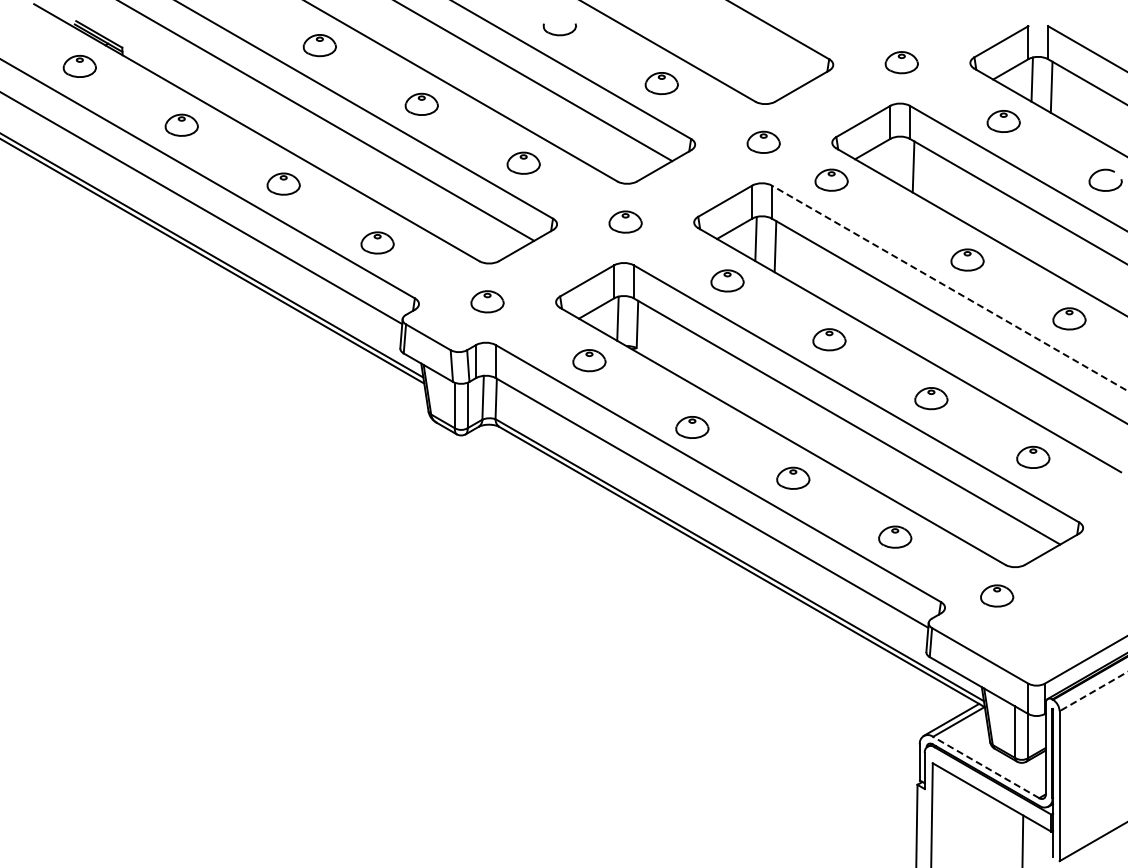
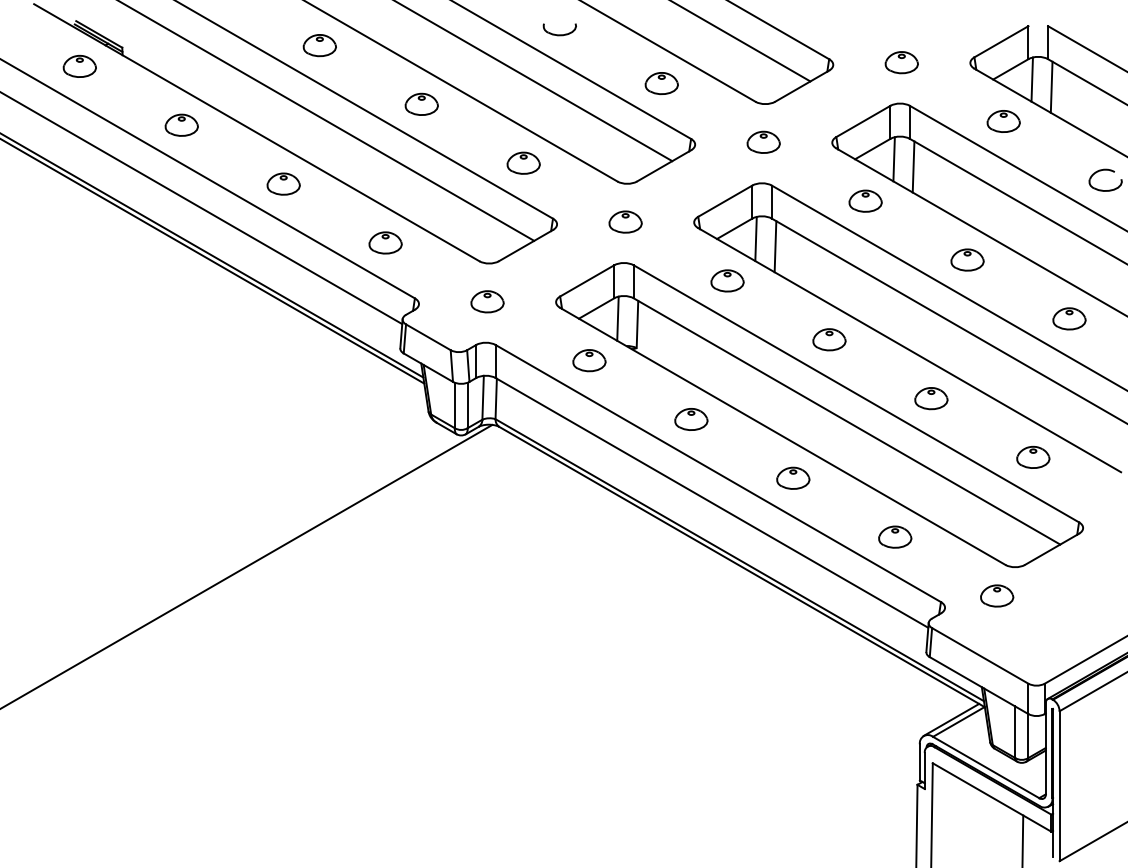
line at (741, 41): none -> present
line at (893, 159): none -> present
part at (831, 179) position: (831, 179) -> (865, 200)
part at (377, 242) position: (377, 242) -> (385, 242)
line at (949, 287): dashed -> solid
part at (692, 427) position: (692, 427) -> (691, 419)
line at (247, 566): none -> present
line at (1093, 691): dashed -> solid
line at (985, 767): dashed -> solid
